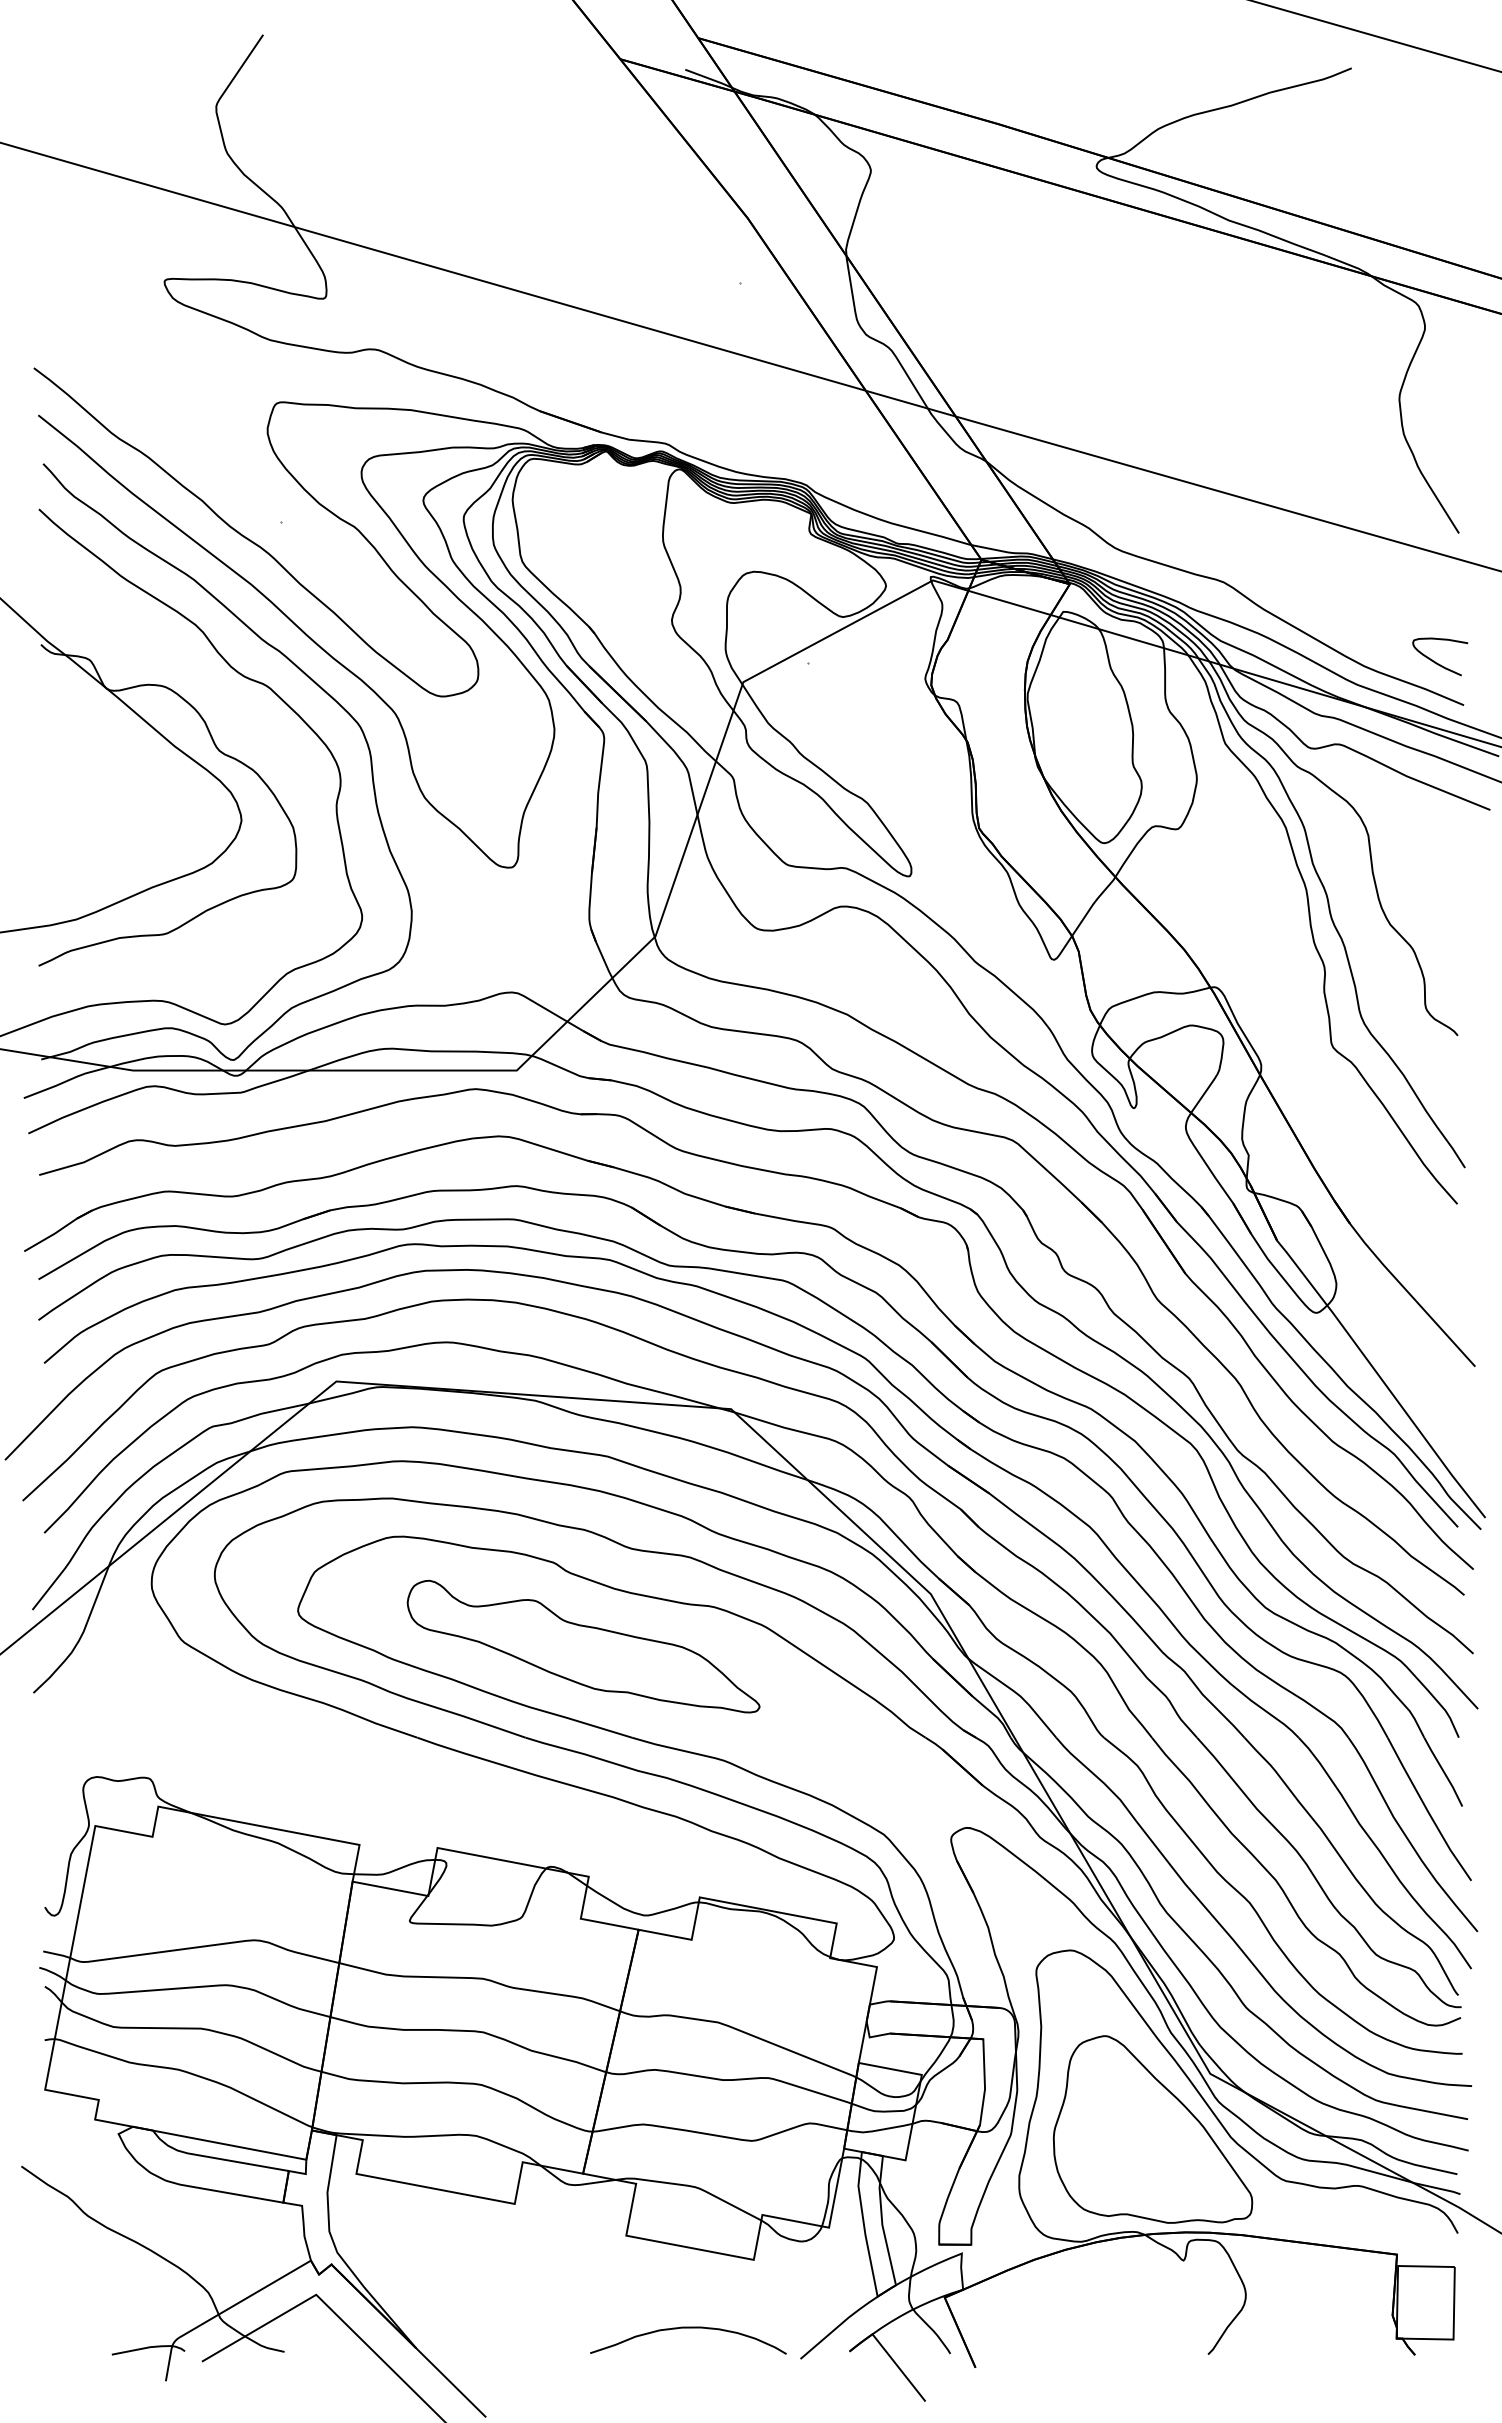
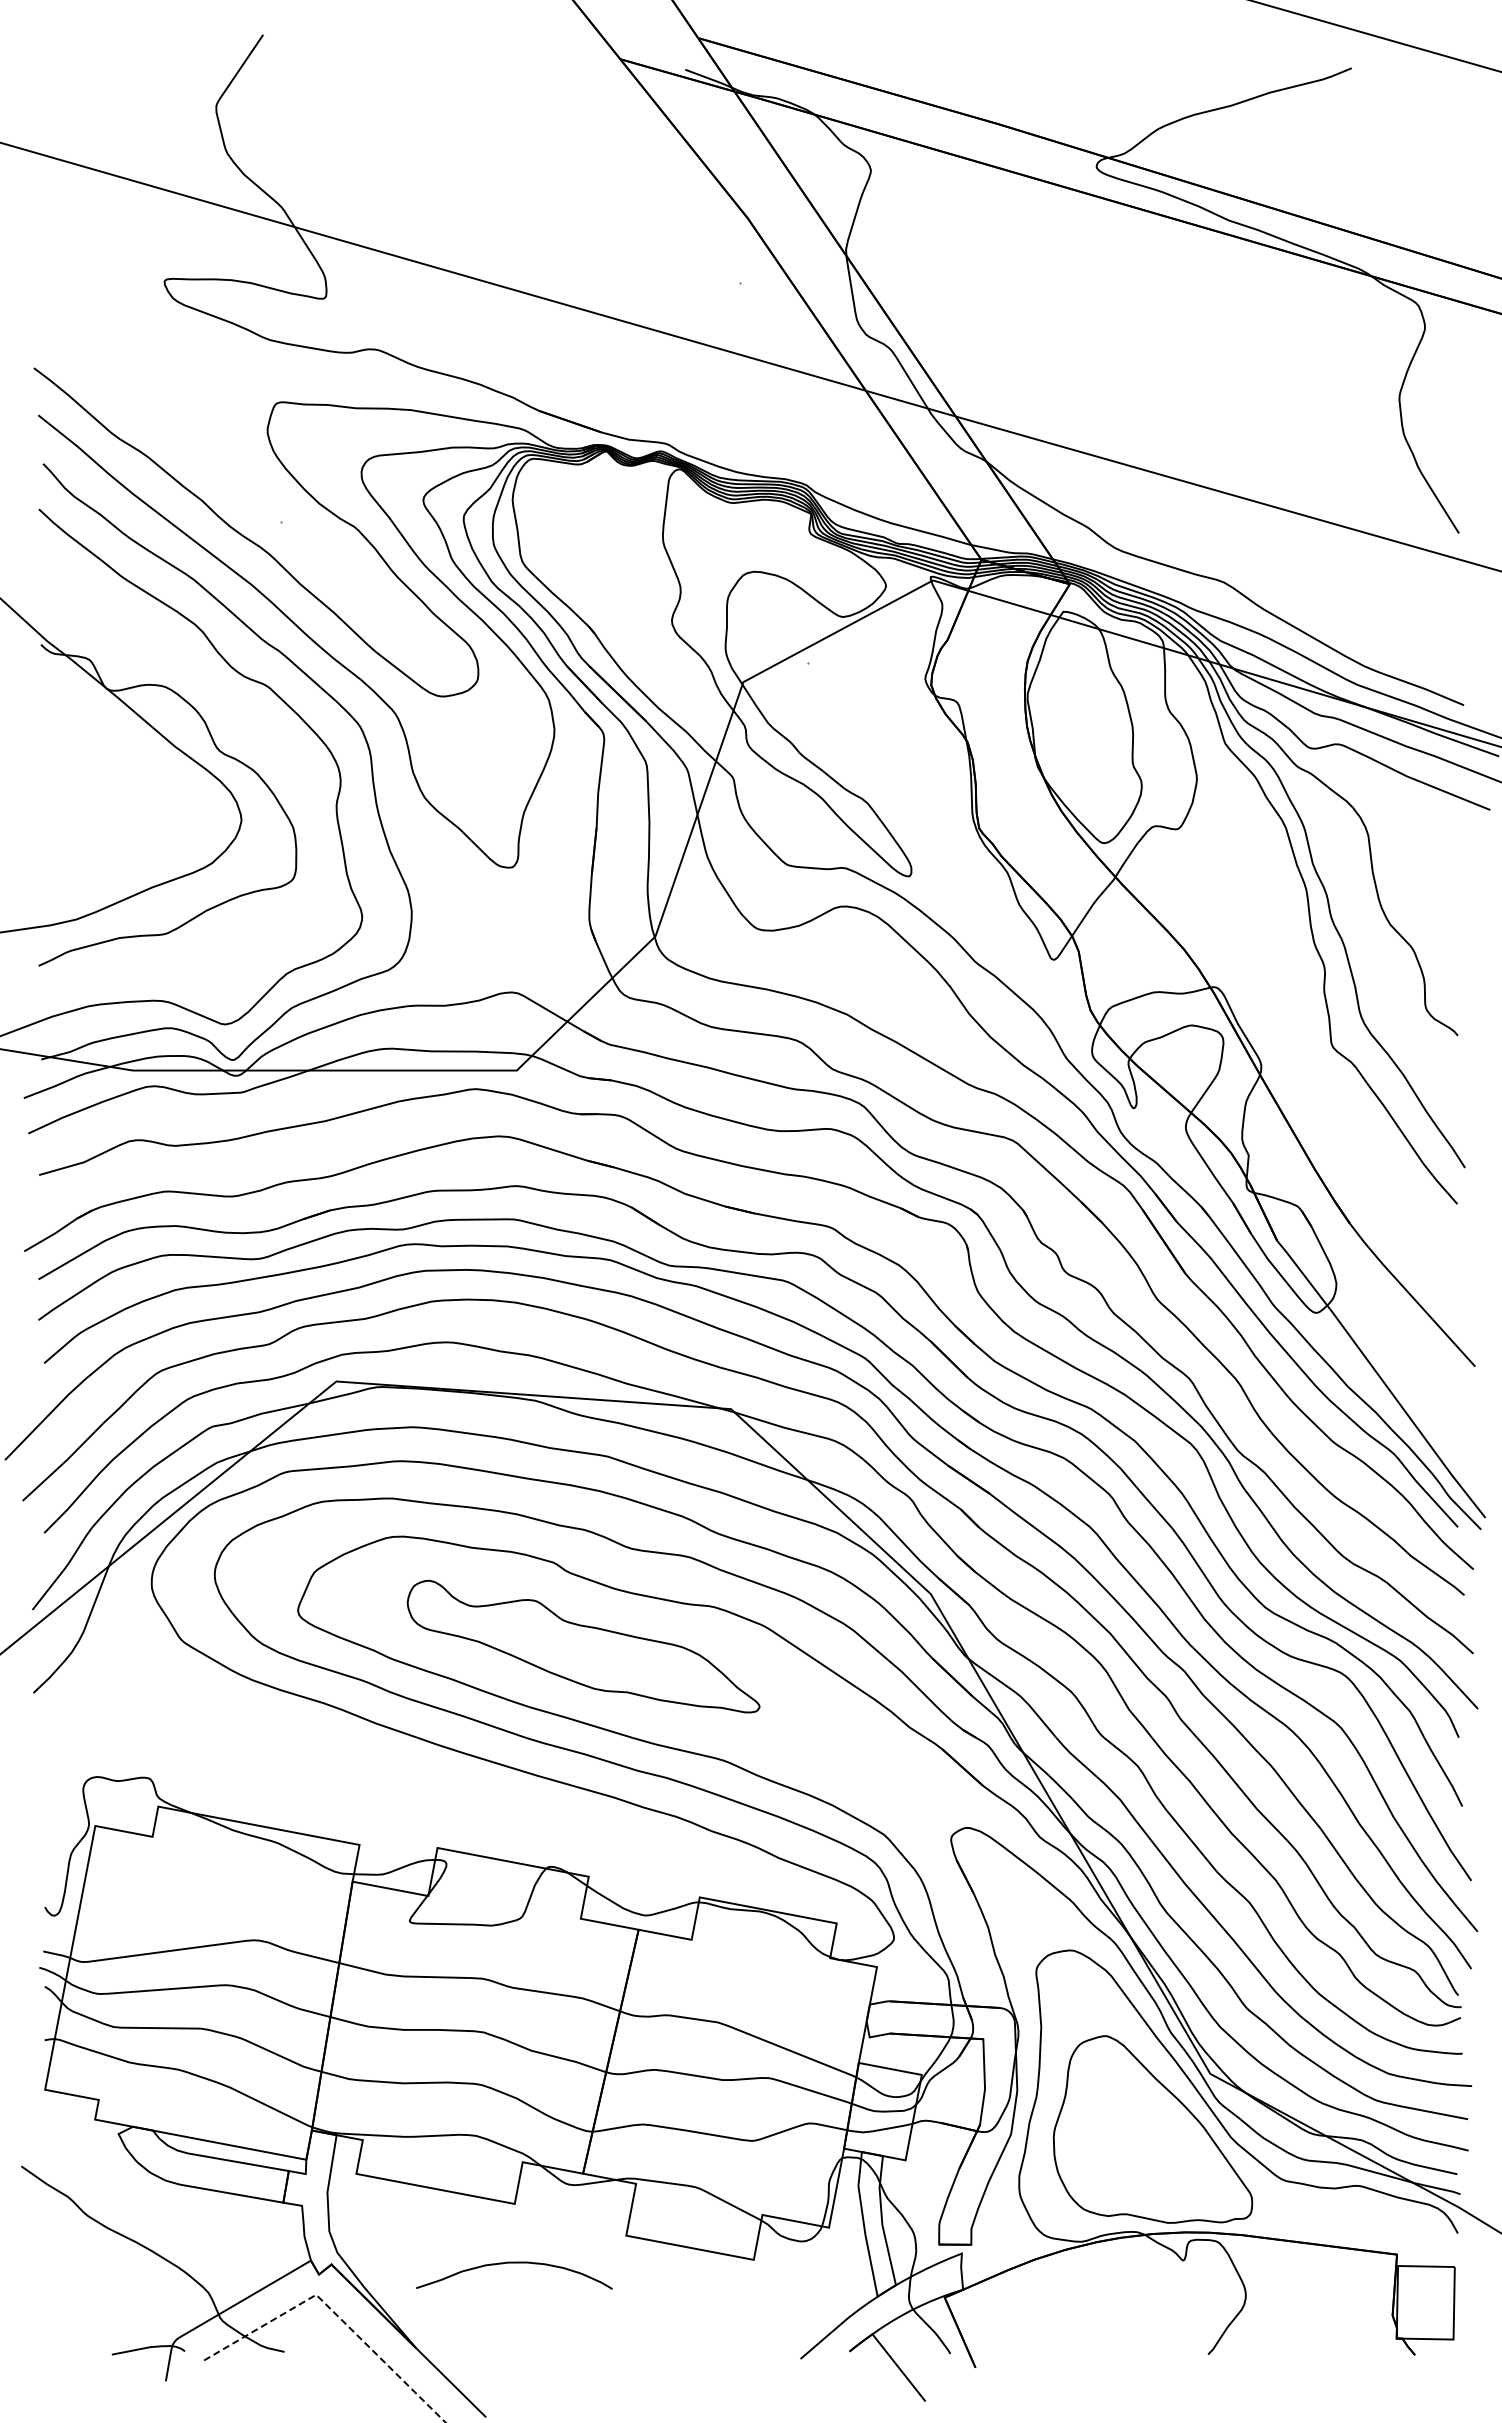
curve at (1437, 662): present -> none
line at (333, 2311): solid -> dashed
curve at (688, 2328) position: (688, 2328) -> (514, 2263)
